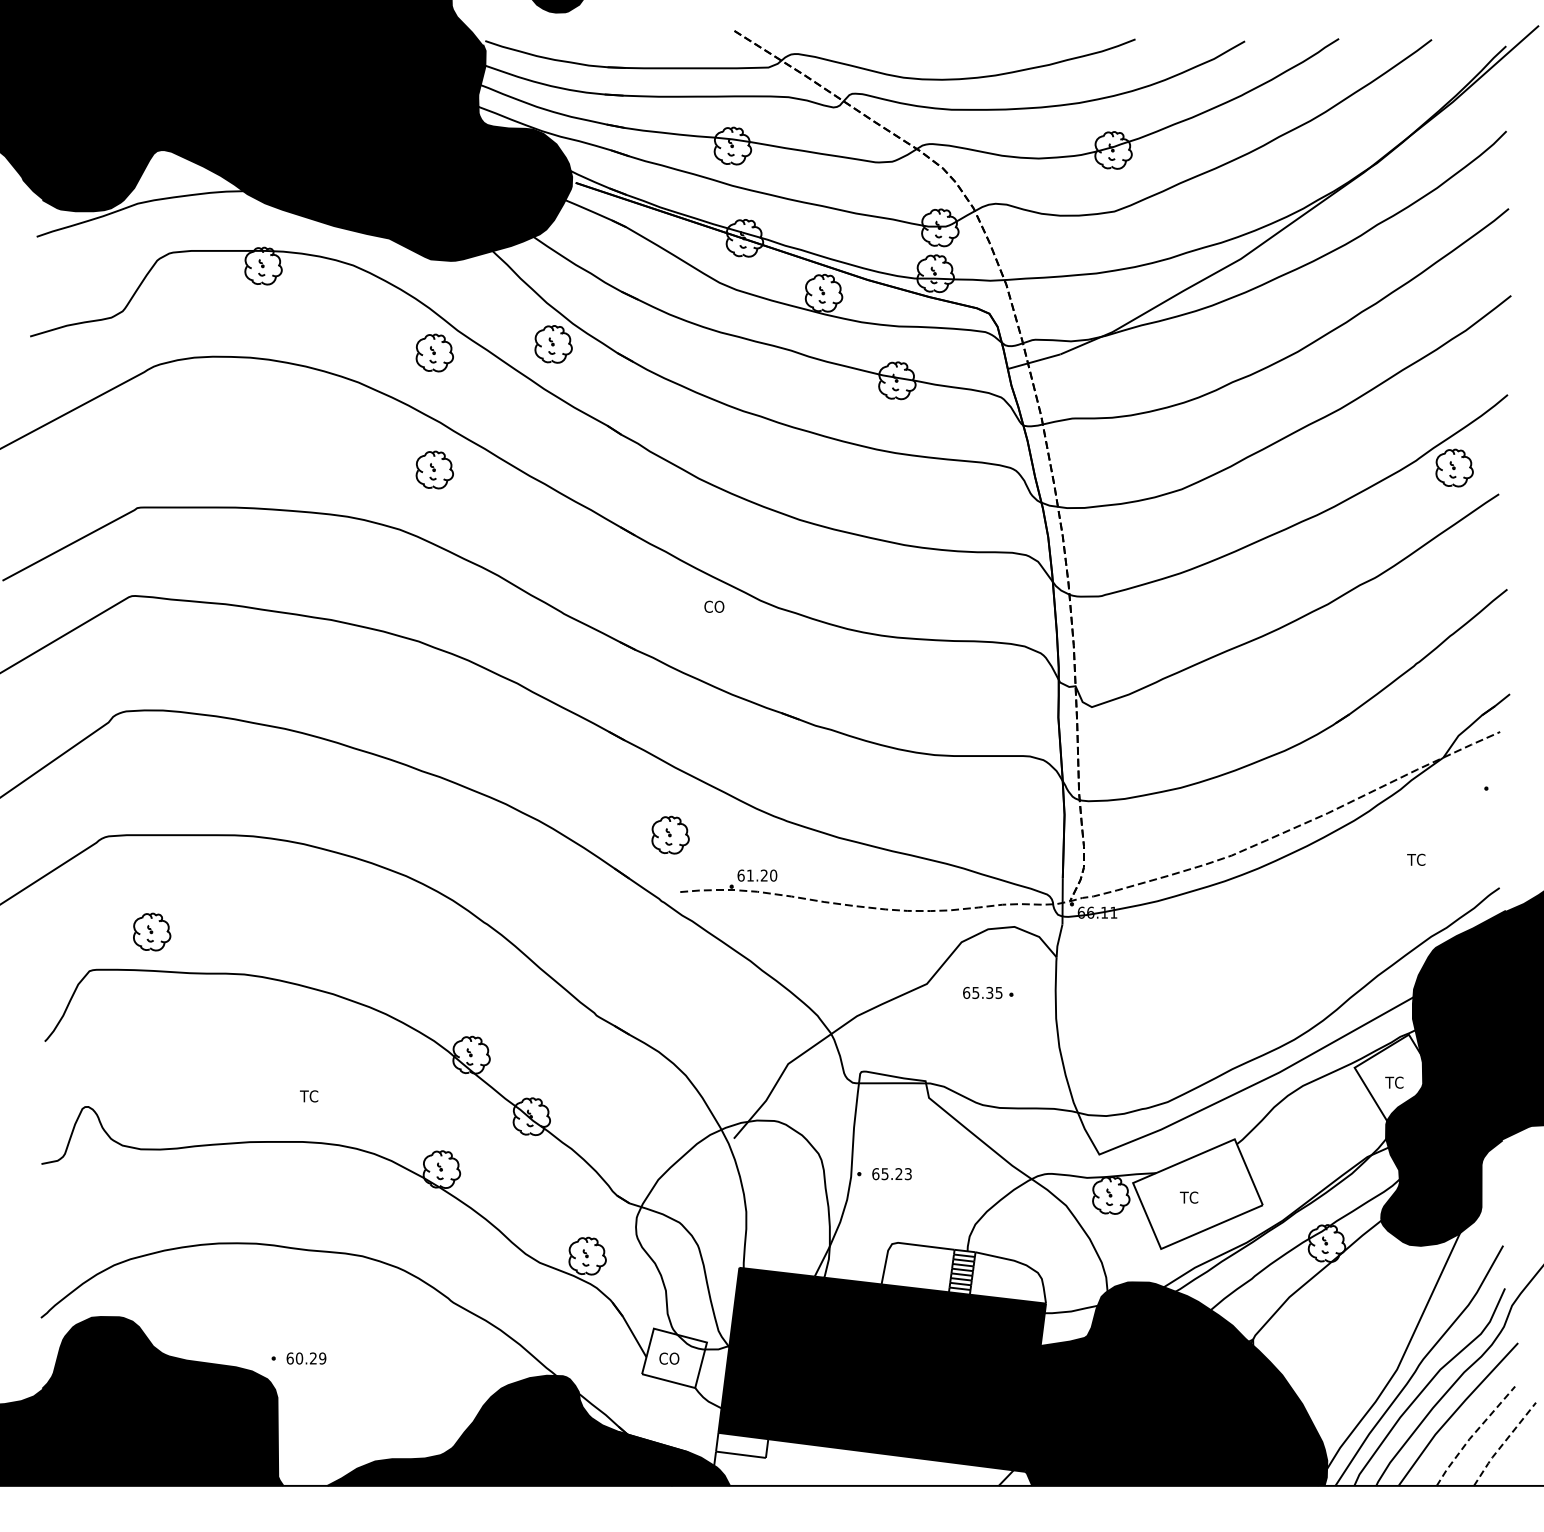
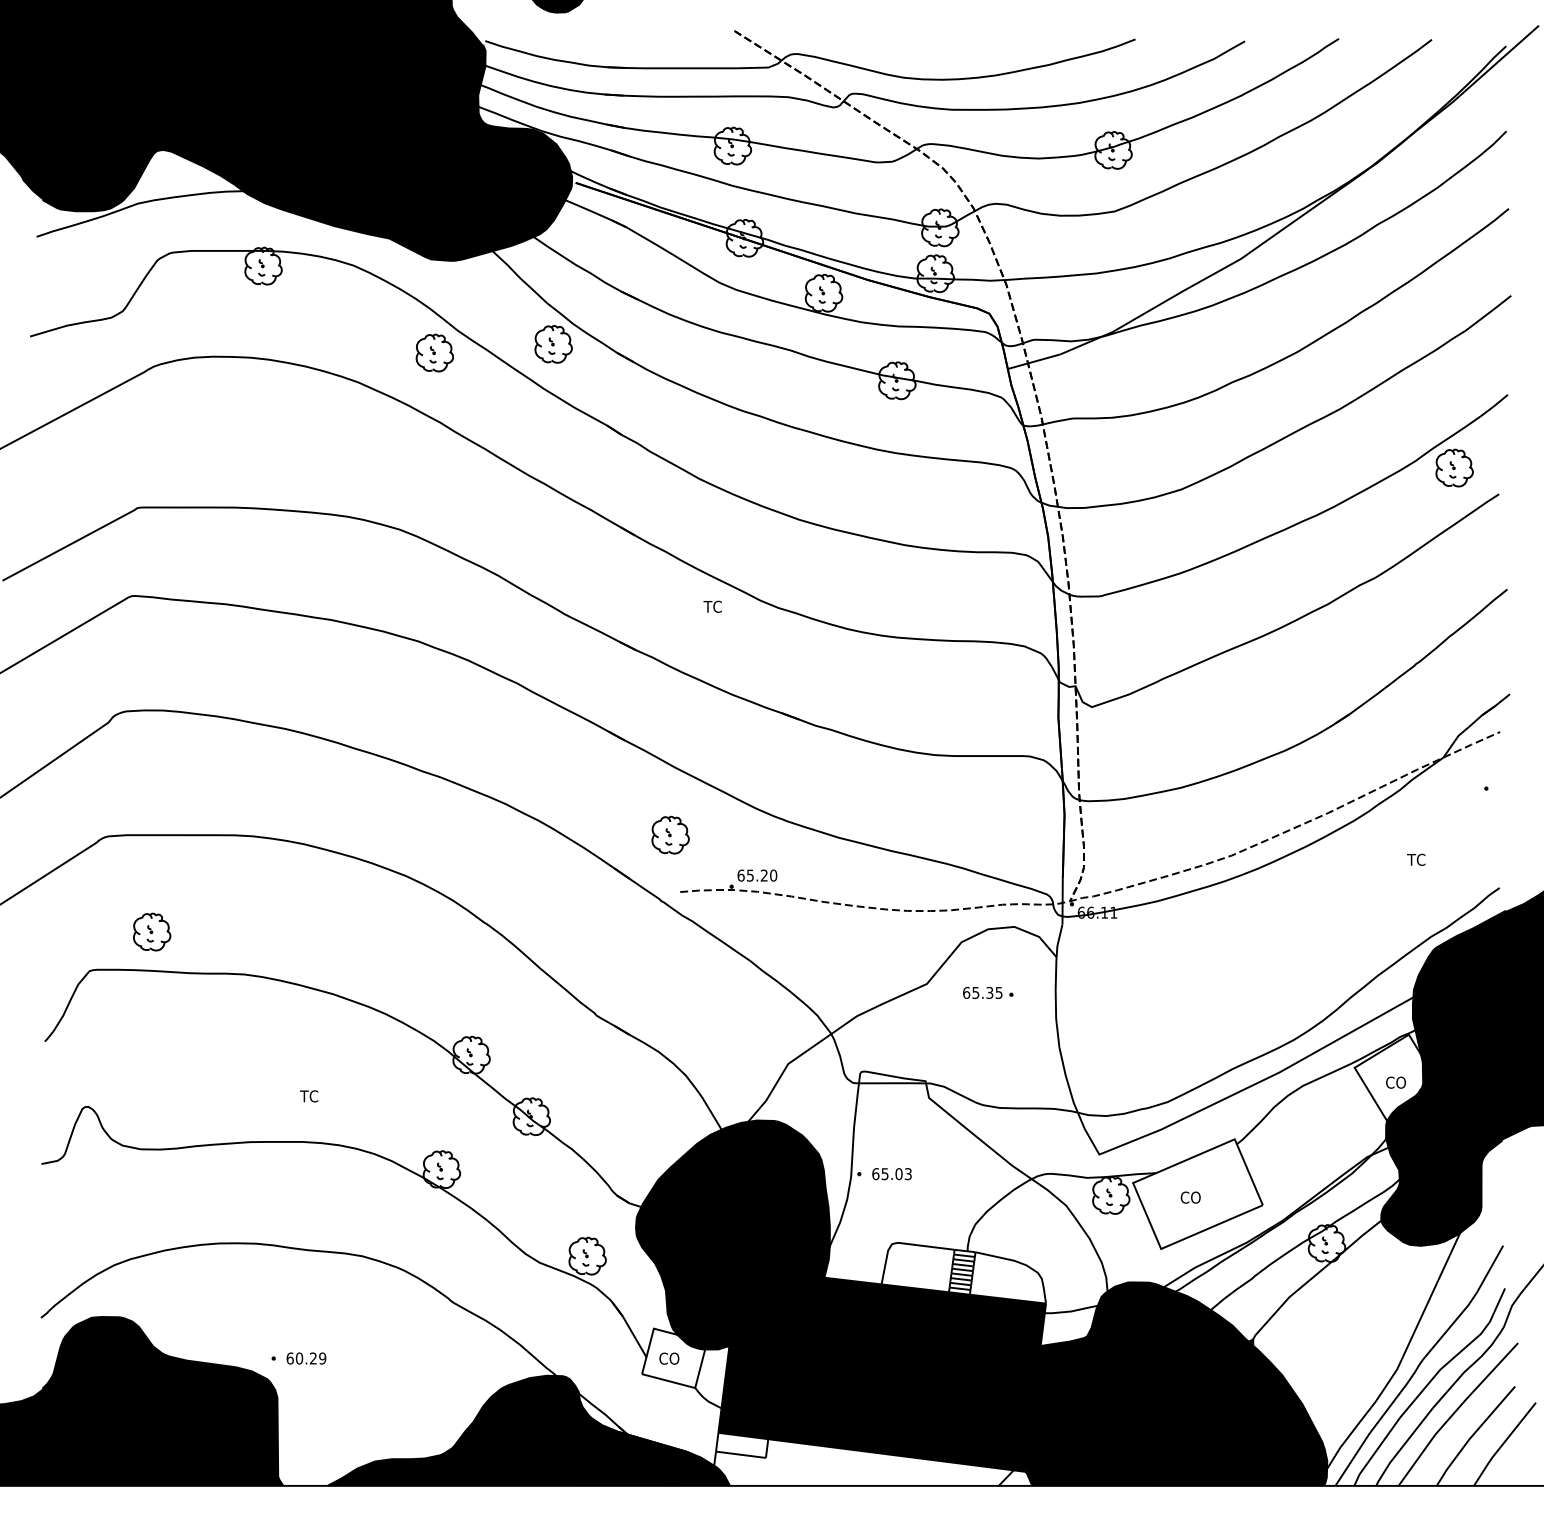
part at (434, 469): present -> none
text at (713, 606): CO -> TC
text at (750, 875): 61.20 -> 65.20
text at (1395, 1082): TC -> CO
text at (898, 1174): 65.23 -> 65.03
text at (1189, 1197): TC -> CO
fill at (732, 1234): none -> present
line at (1472, 1435): dashed -> solid
line at (1503, 1444): dashed -> solid
